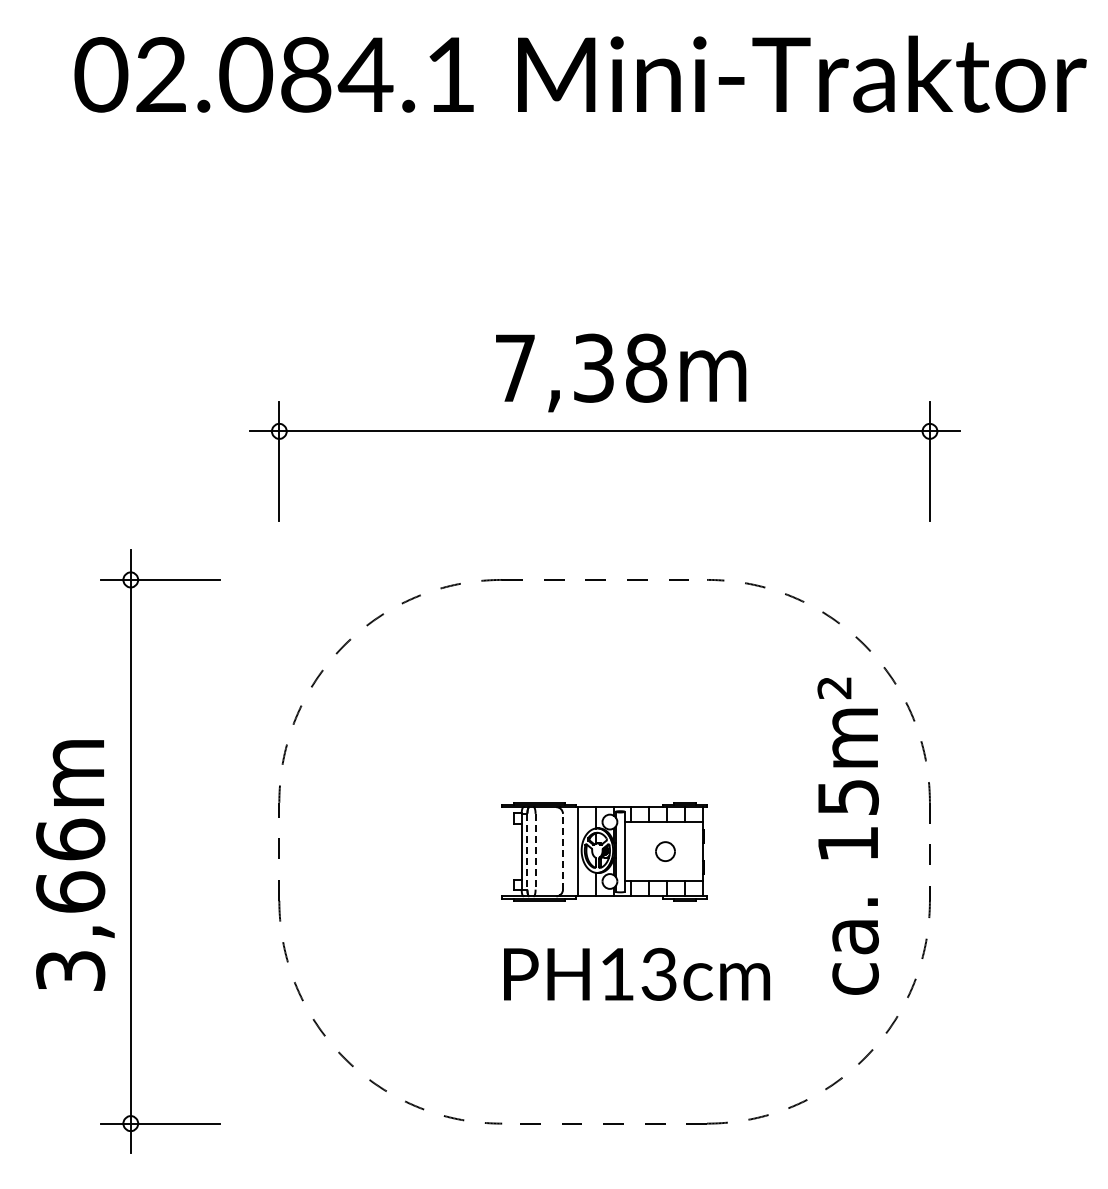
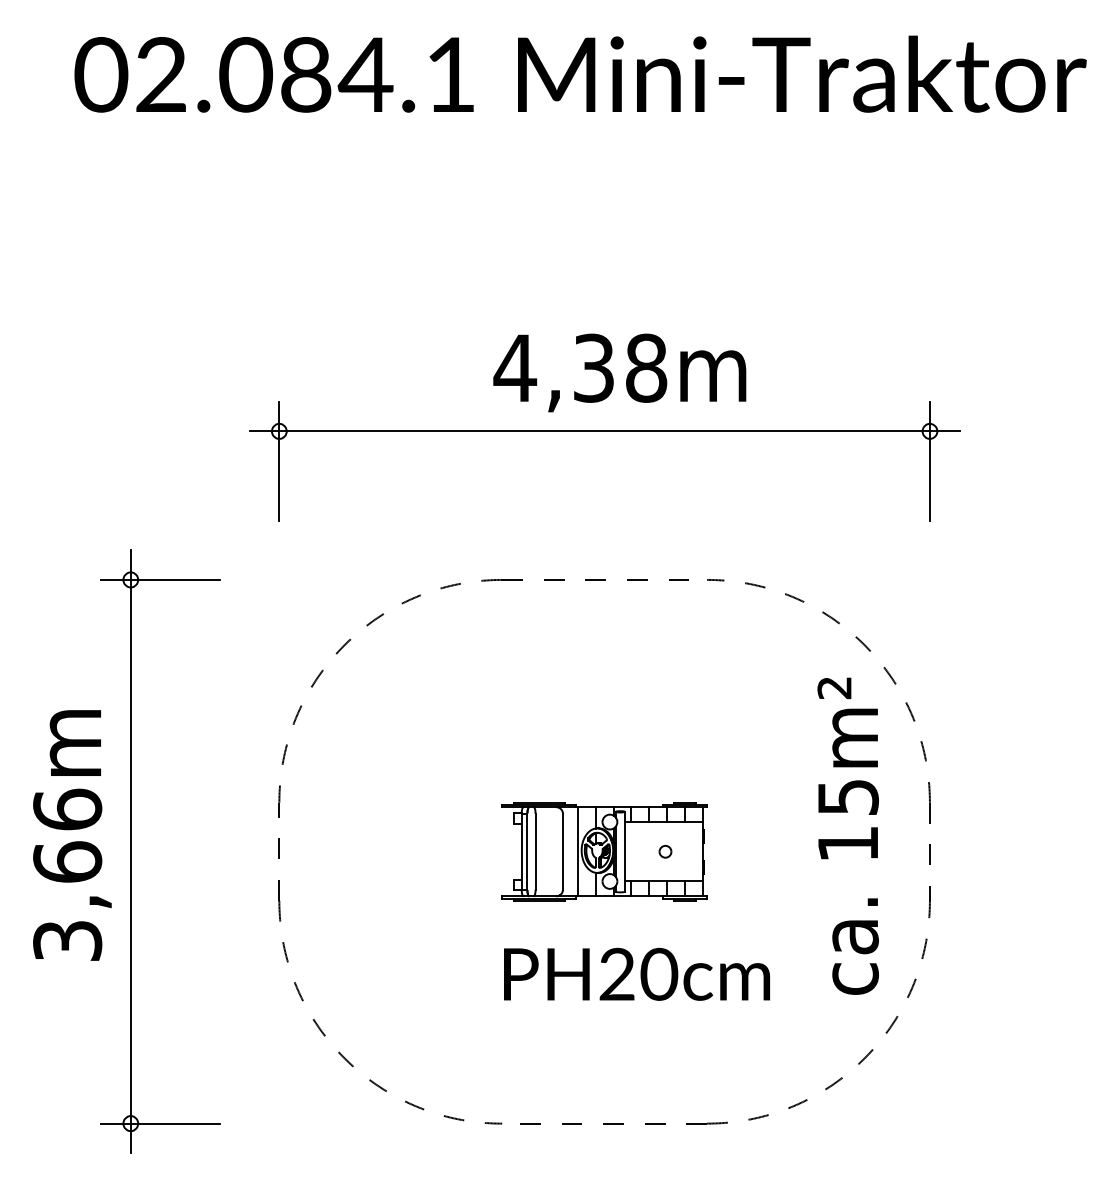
text at (515, 367): 7,38m -> 4,38m
line at (527, 851): dashed -> solid
line at (535, 851): dashed -> solid
line at (563, 851): dashed -> solid
part at (665, 851) size: 21x21 px -> 15x14 px
text at (75, 865) position: (75, 865) -> (72, 835)
text at (638, 973): PH13cm -> PH20cm
